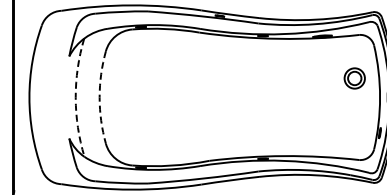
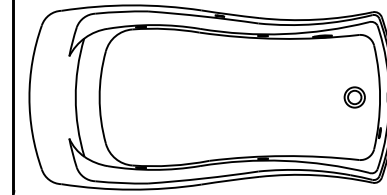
part at (354, 78) position: (354, 78) -> (354, 97)
arc at (75, 97): dashed -> solid
arc at (99, 97): dashed -> solid
